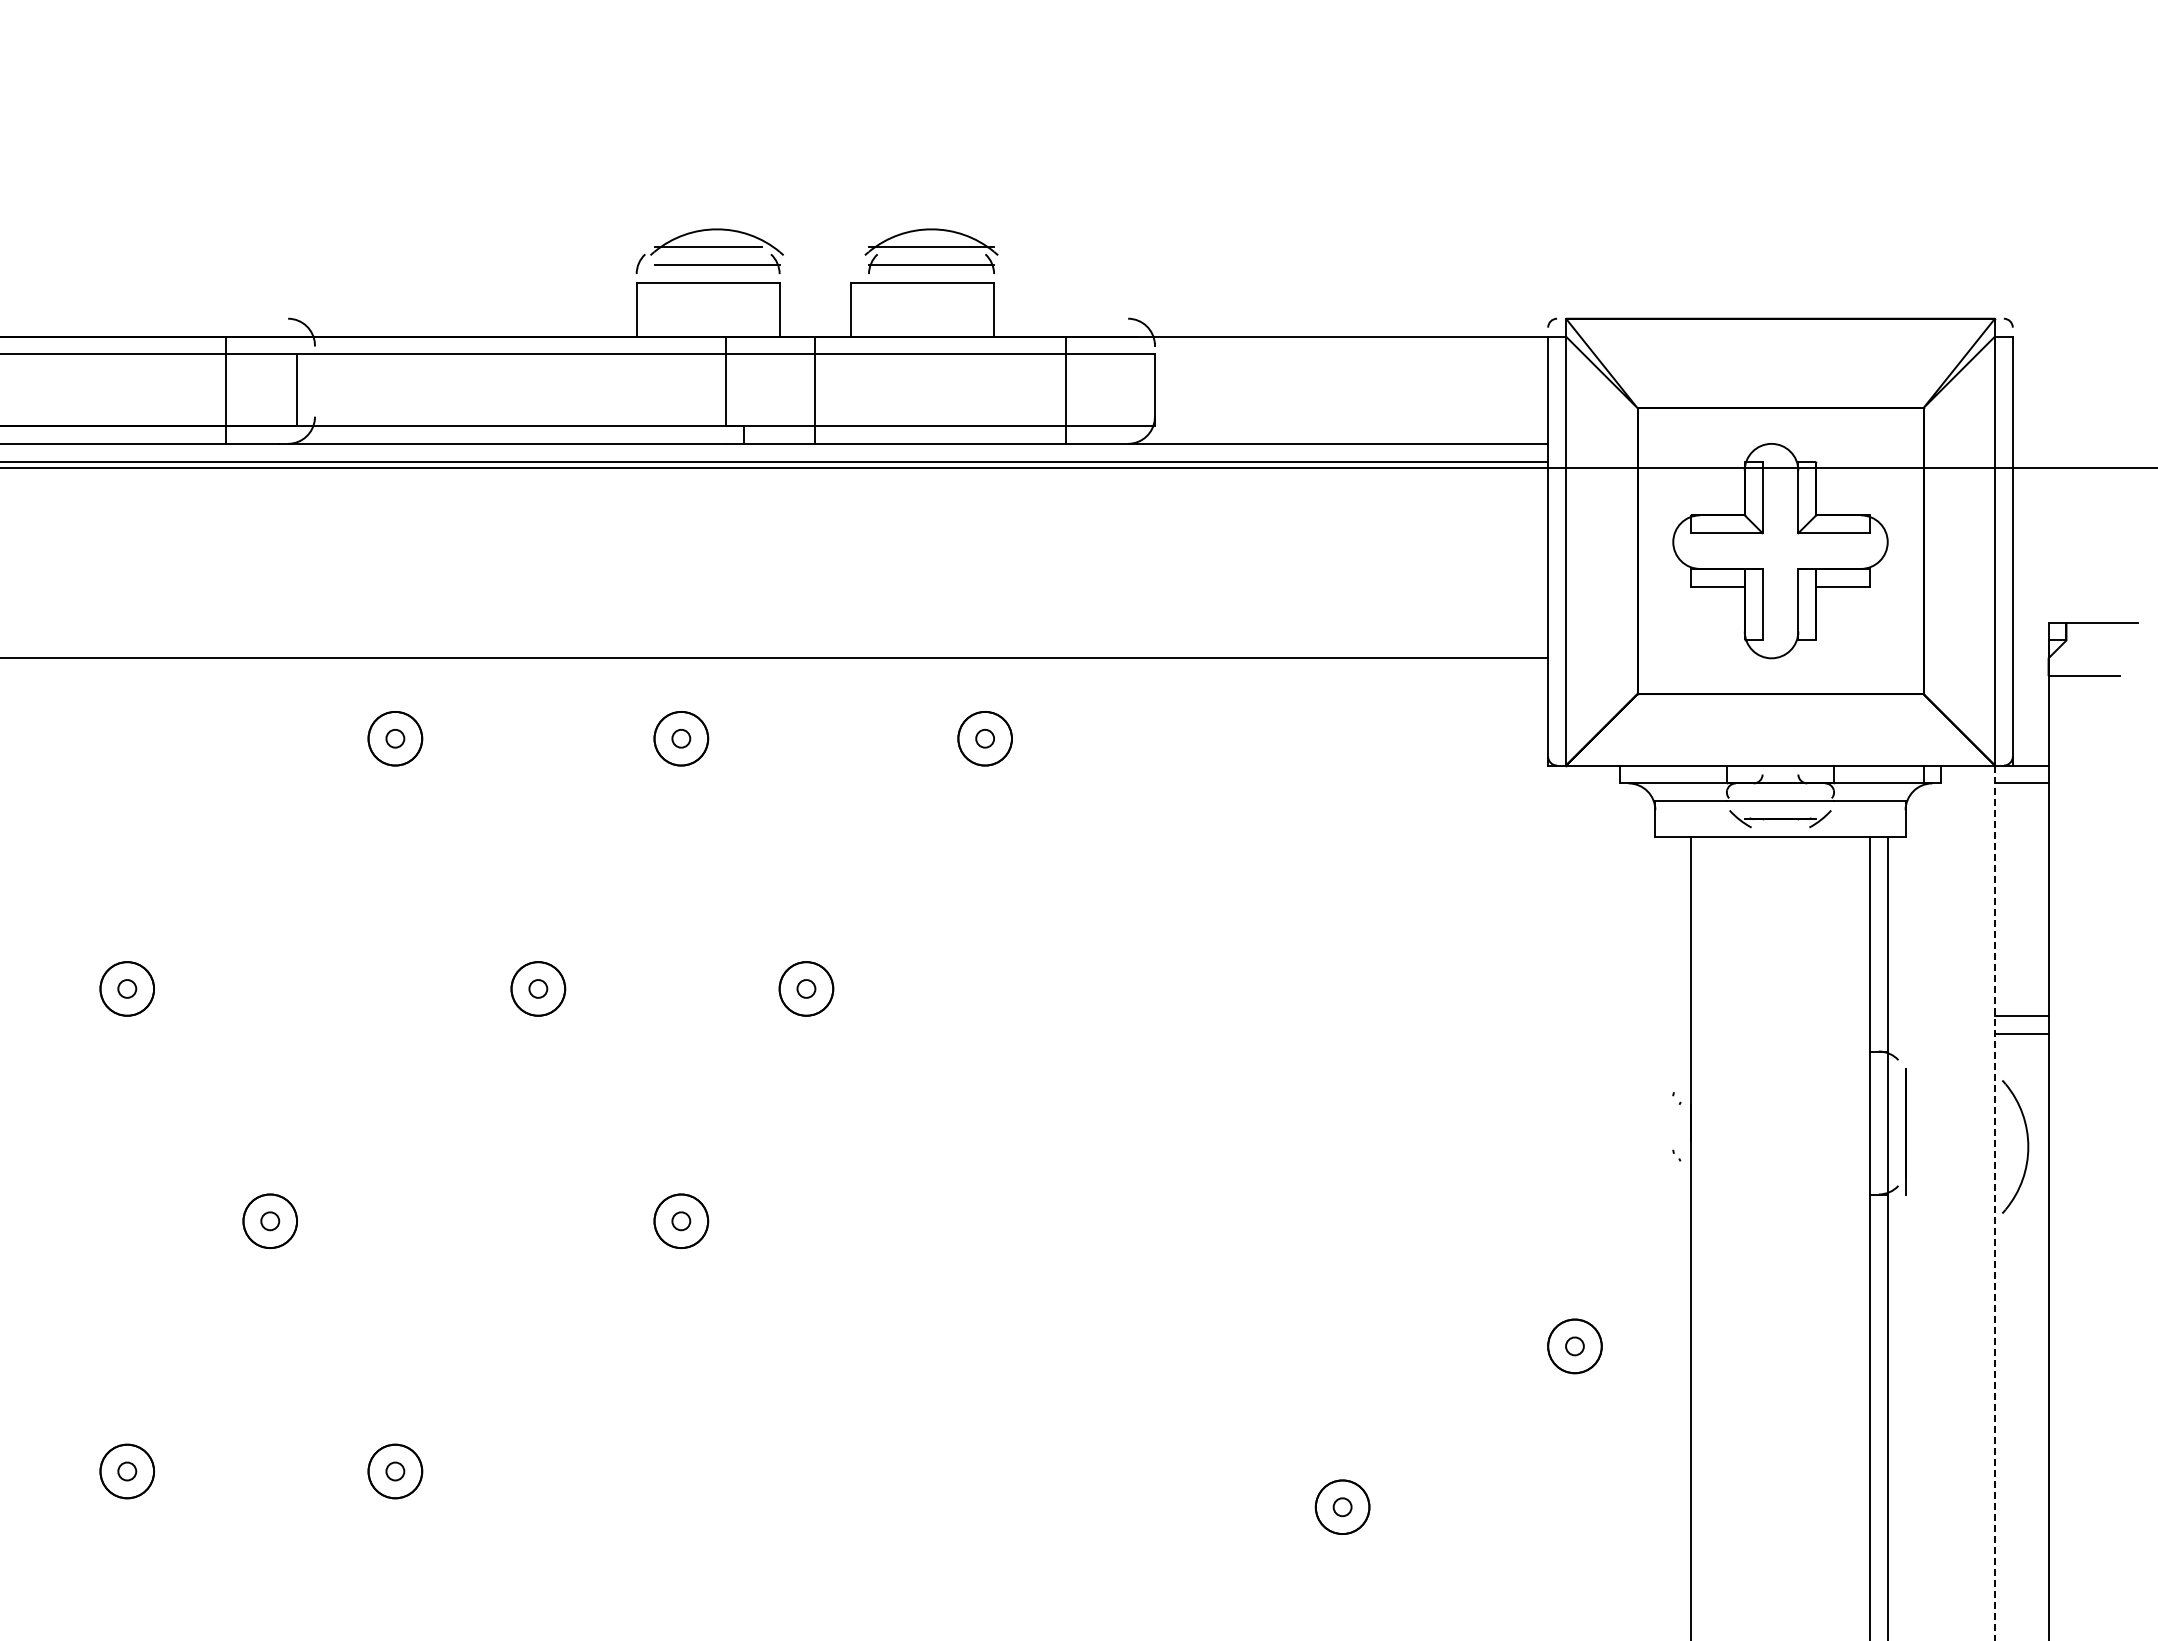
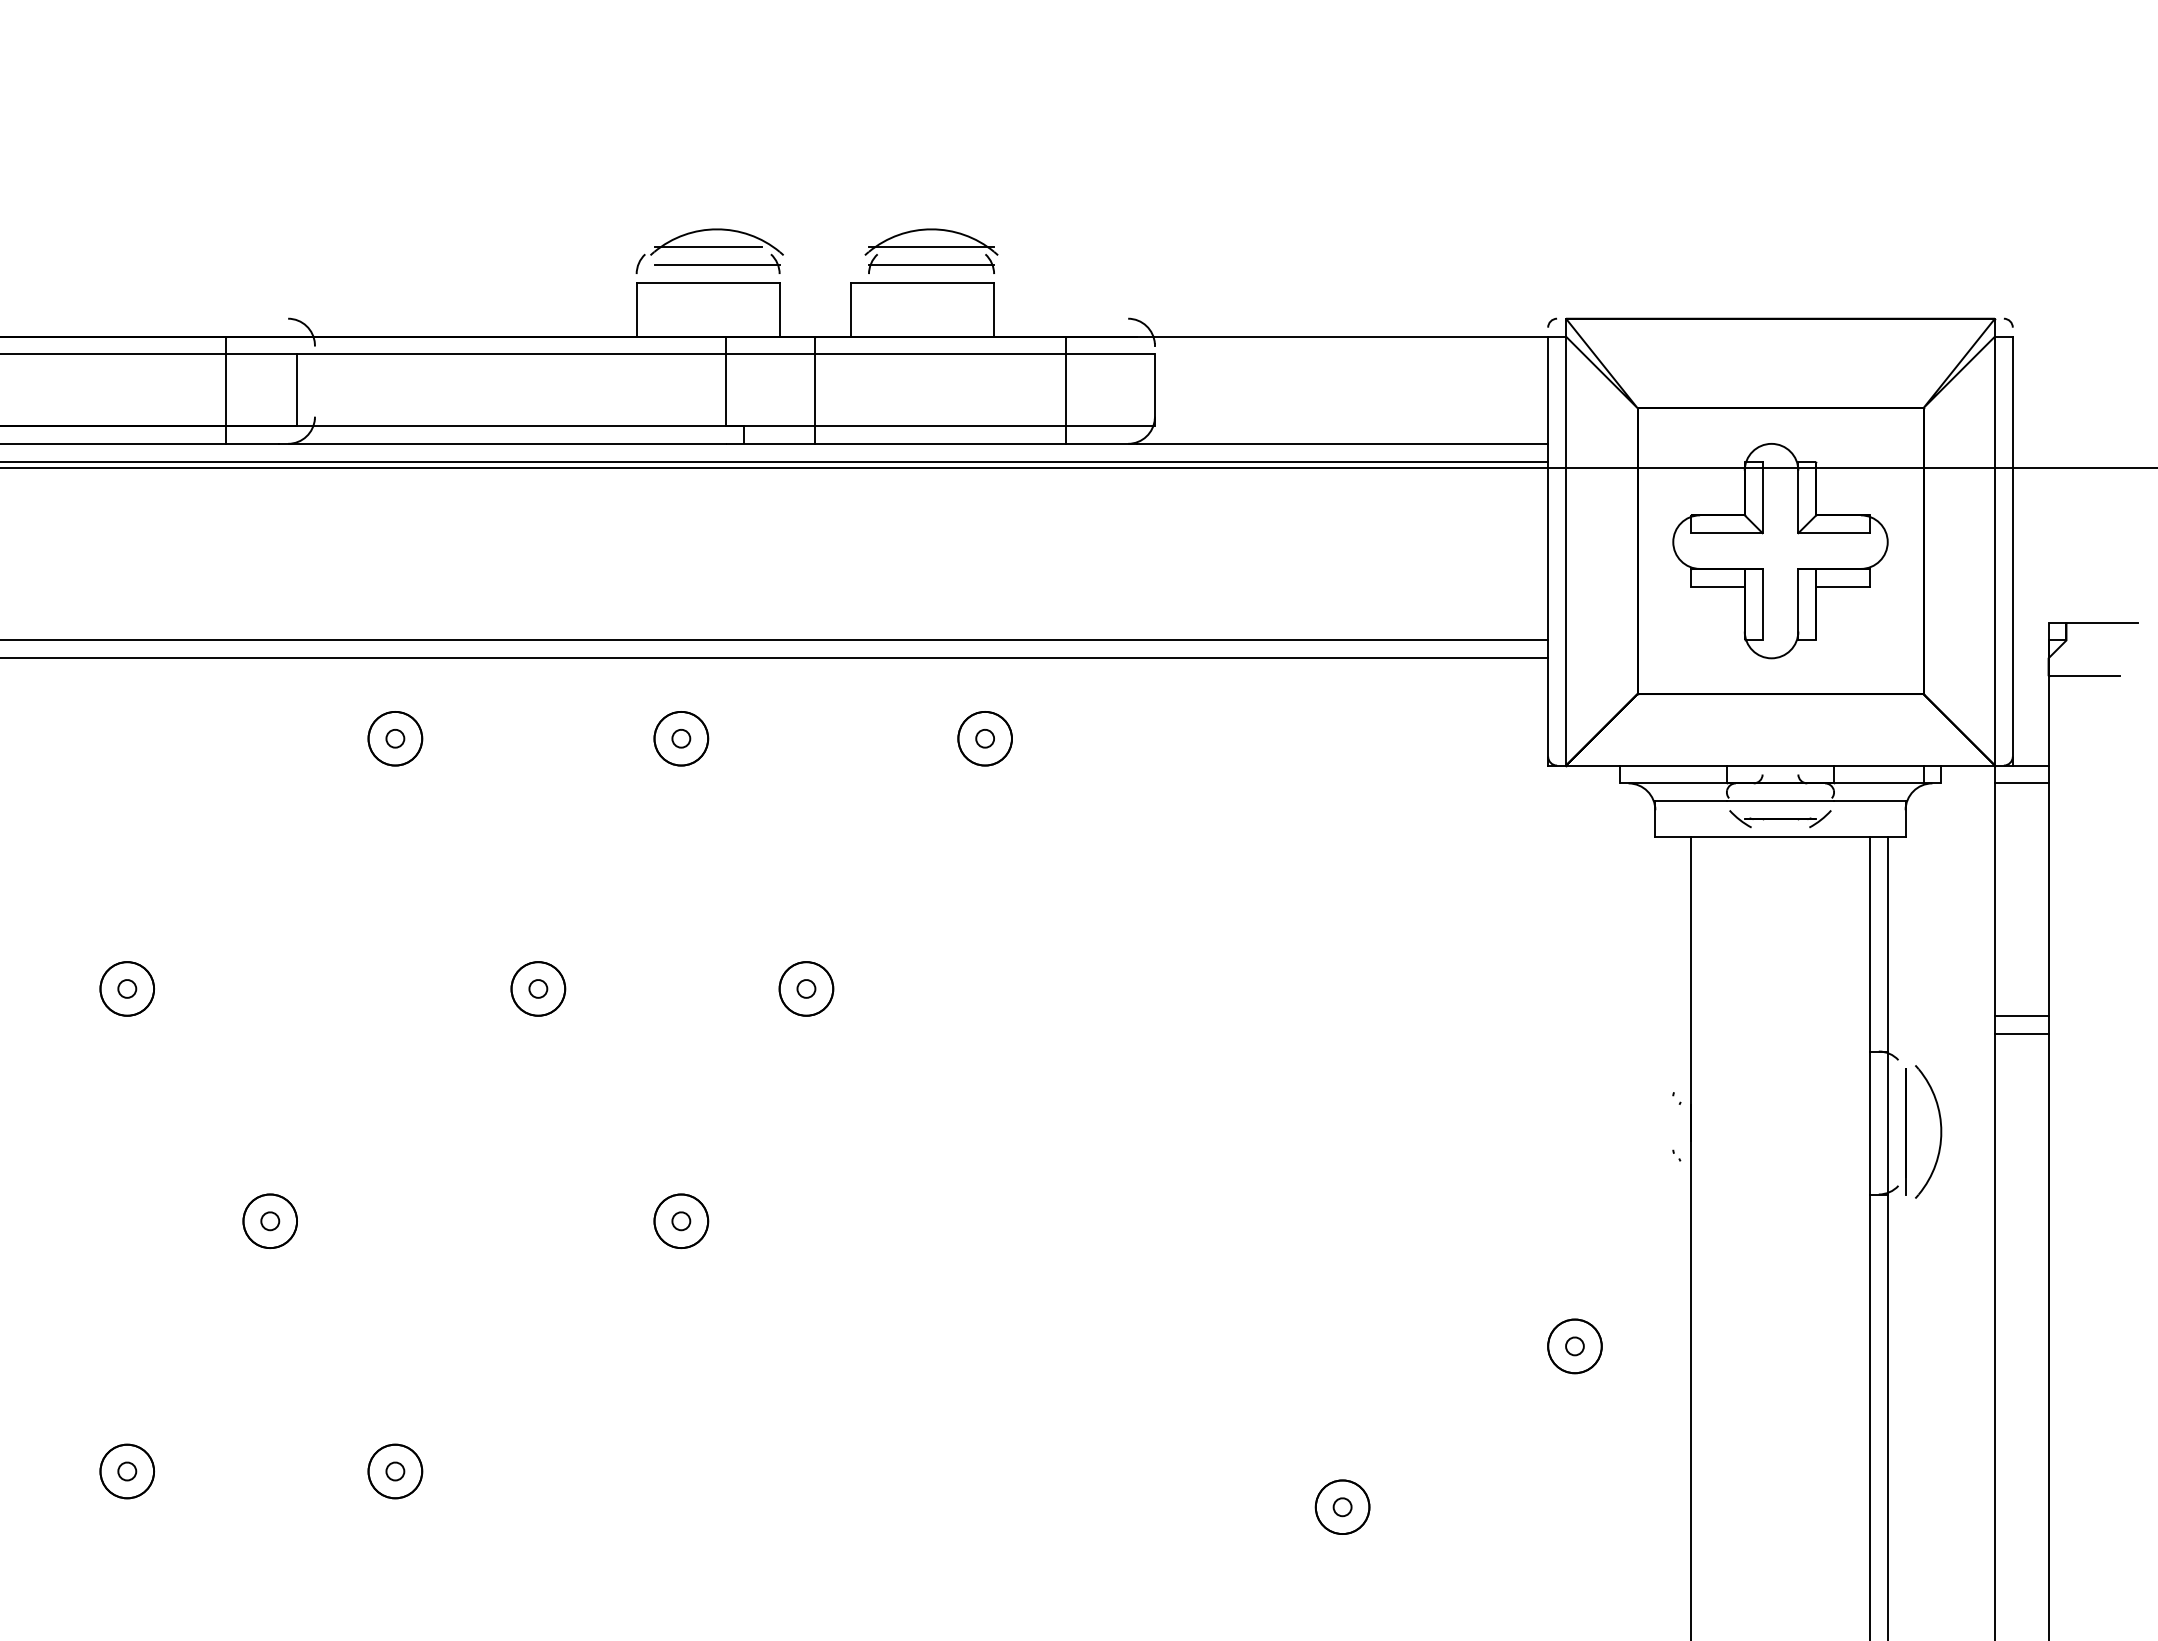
line at (775, 640): none -> present
part at (2027, 1146) position: (2027, 1146) -> (1940, 1131)
line at (1994, 1203): dashed -> solid
